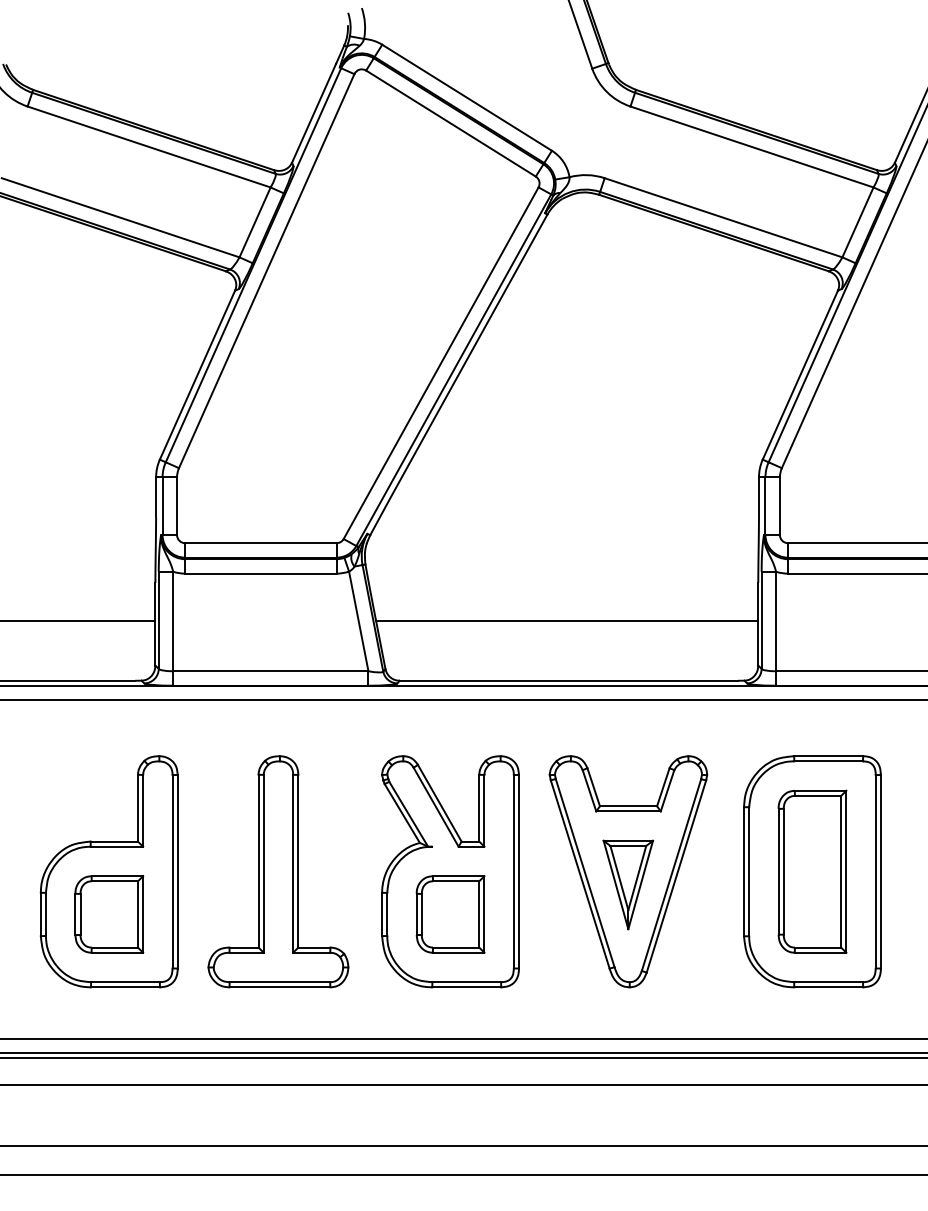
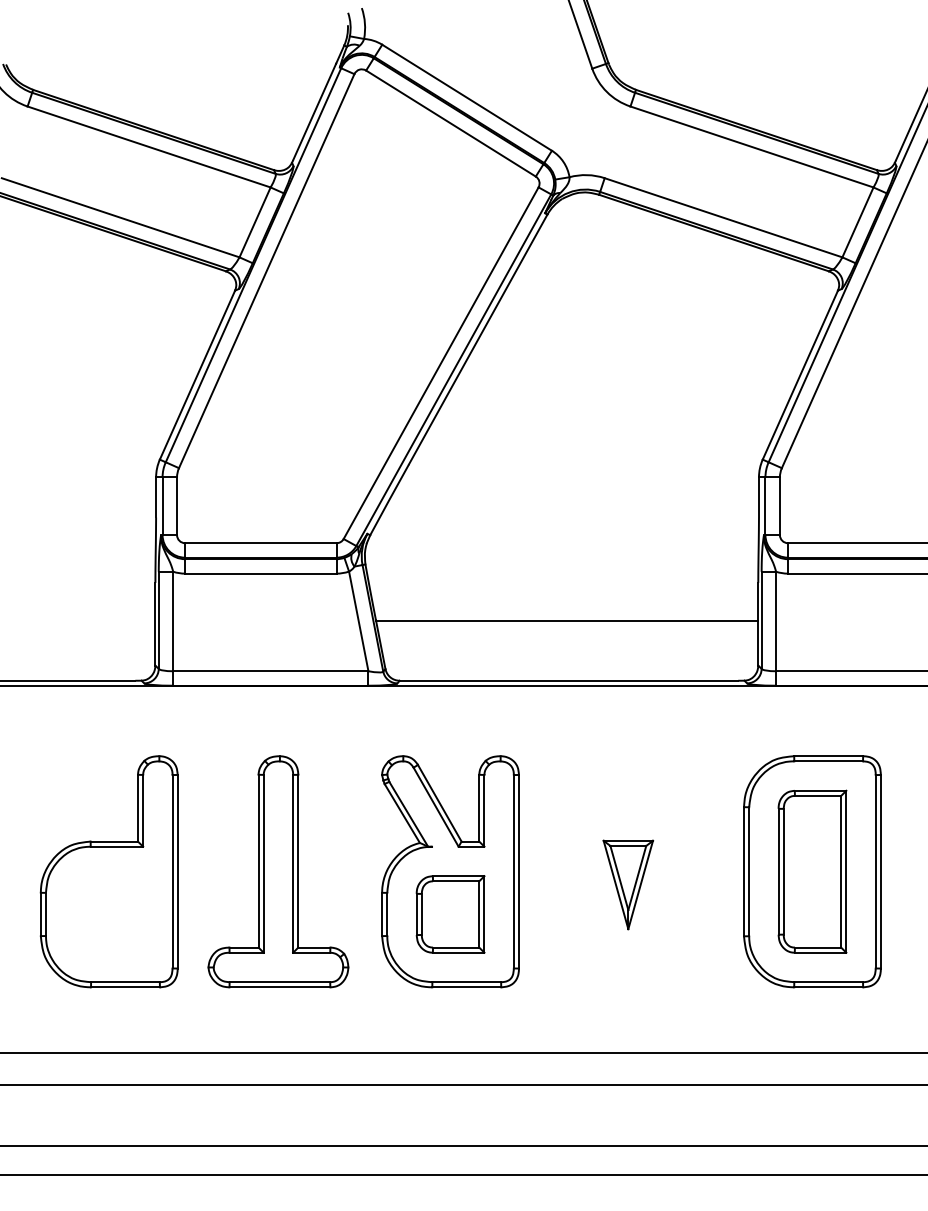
line at (78, 621): present -> none
line at (463, 700): present -> none
part at (628, 871): present -> none
part at (109, 914): present -> none
line at (463, 1038): present -> none
line at (463, 1058): present -> none
